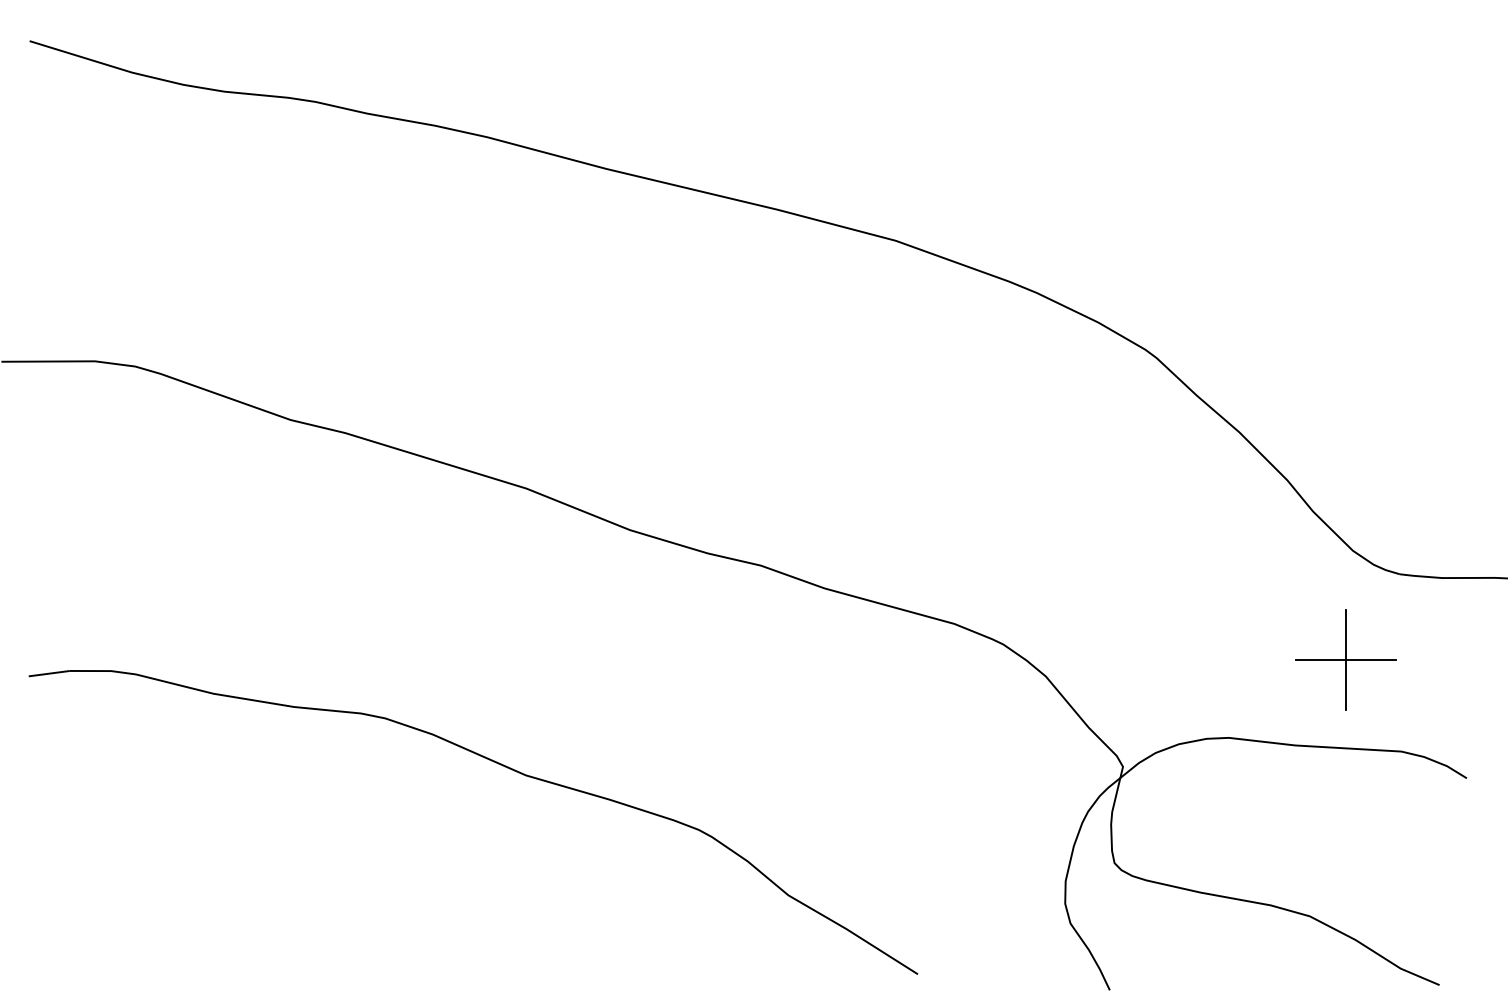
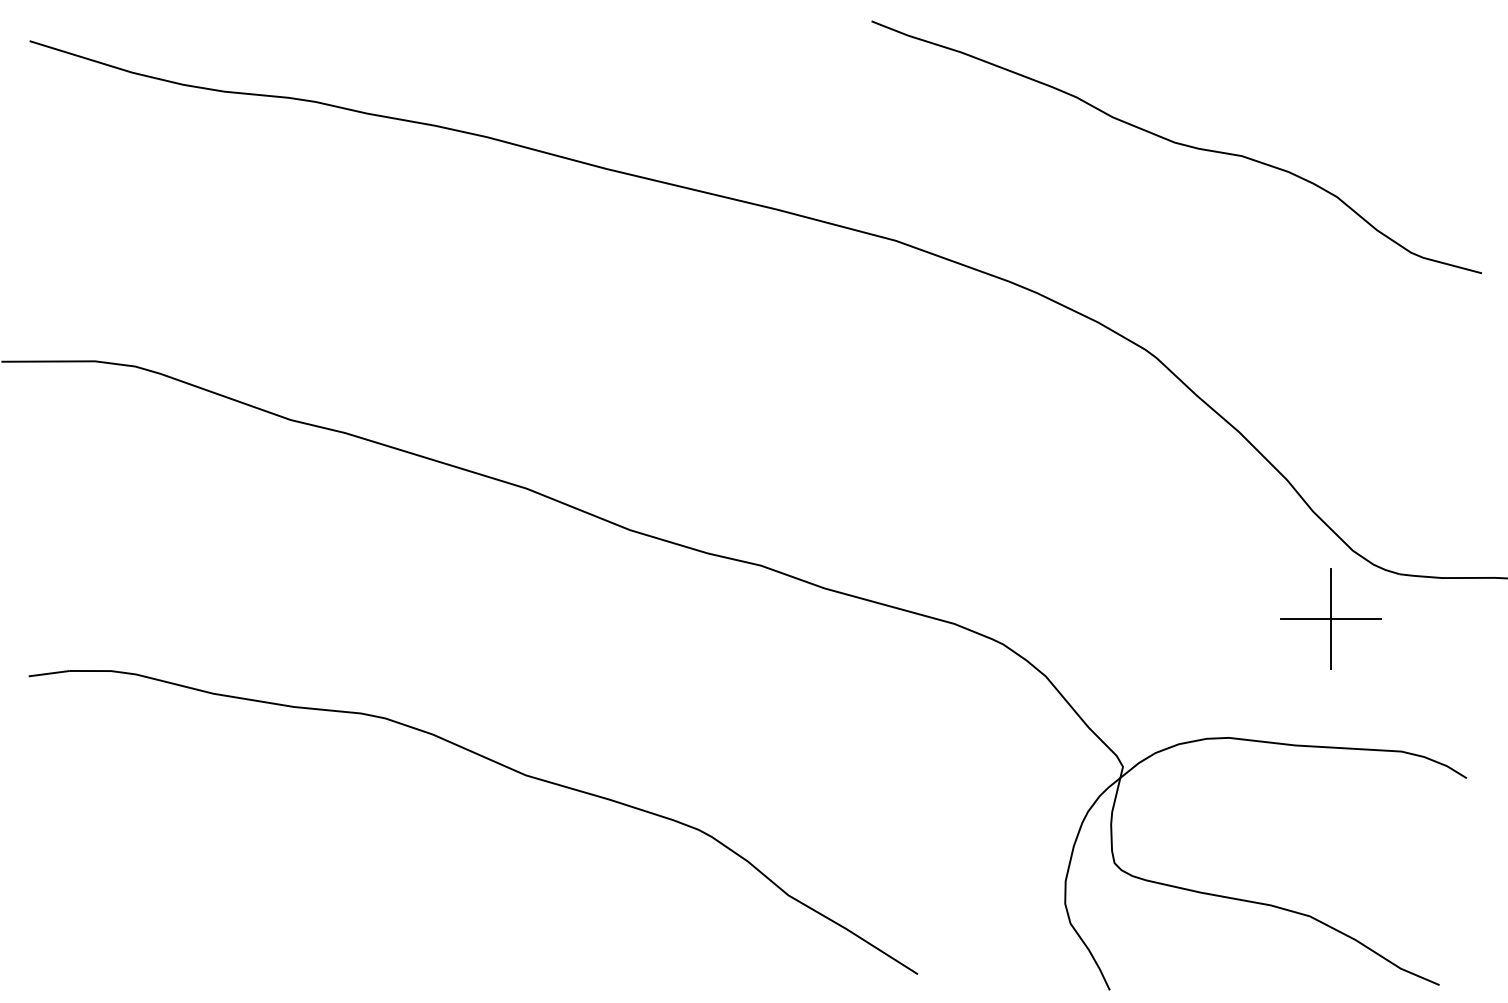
curve at (1177, 144): none -> present
part at (1345, 659) position: (1345, 659) -> (1330, 618)
